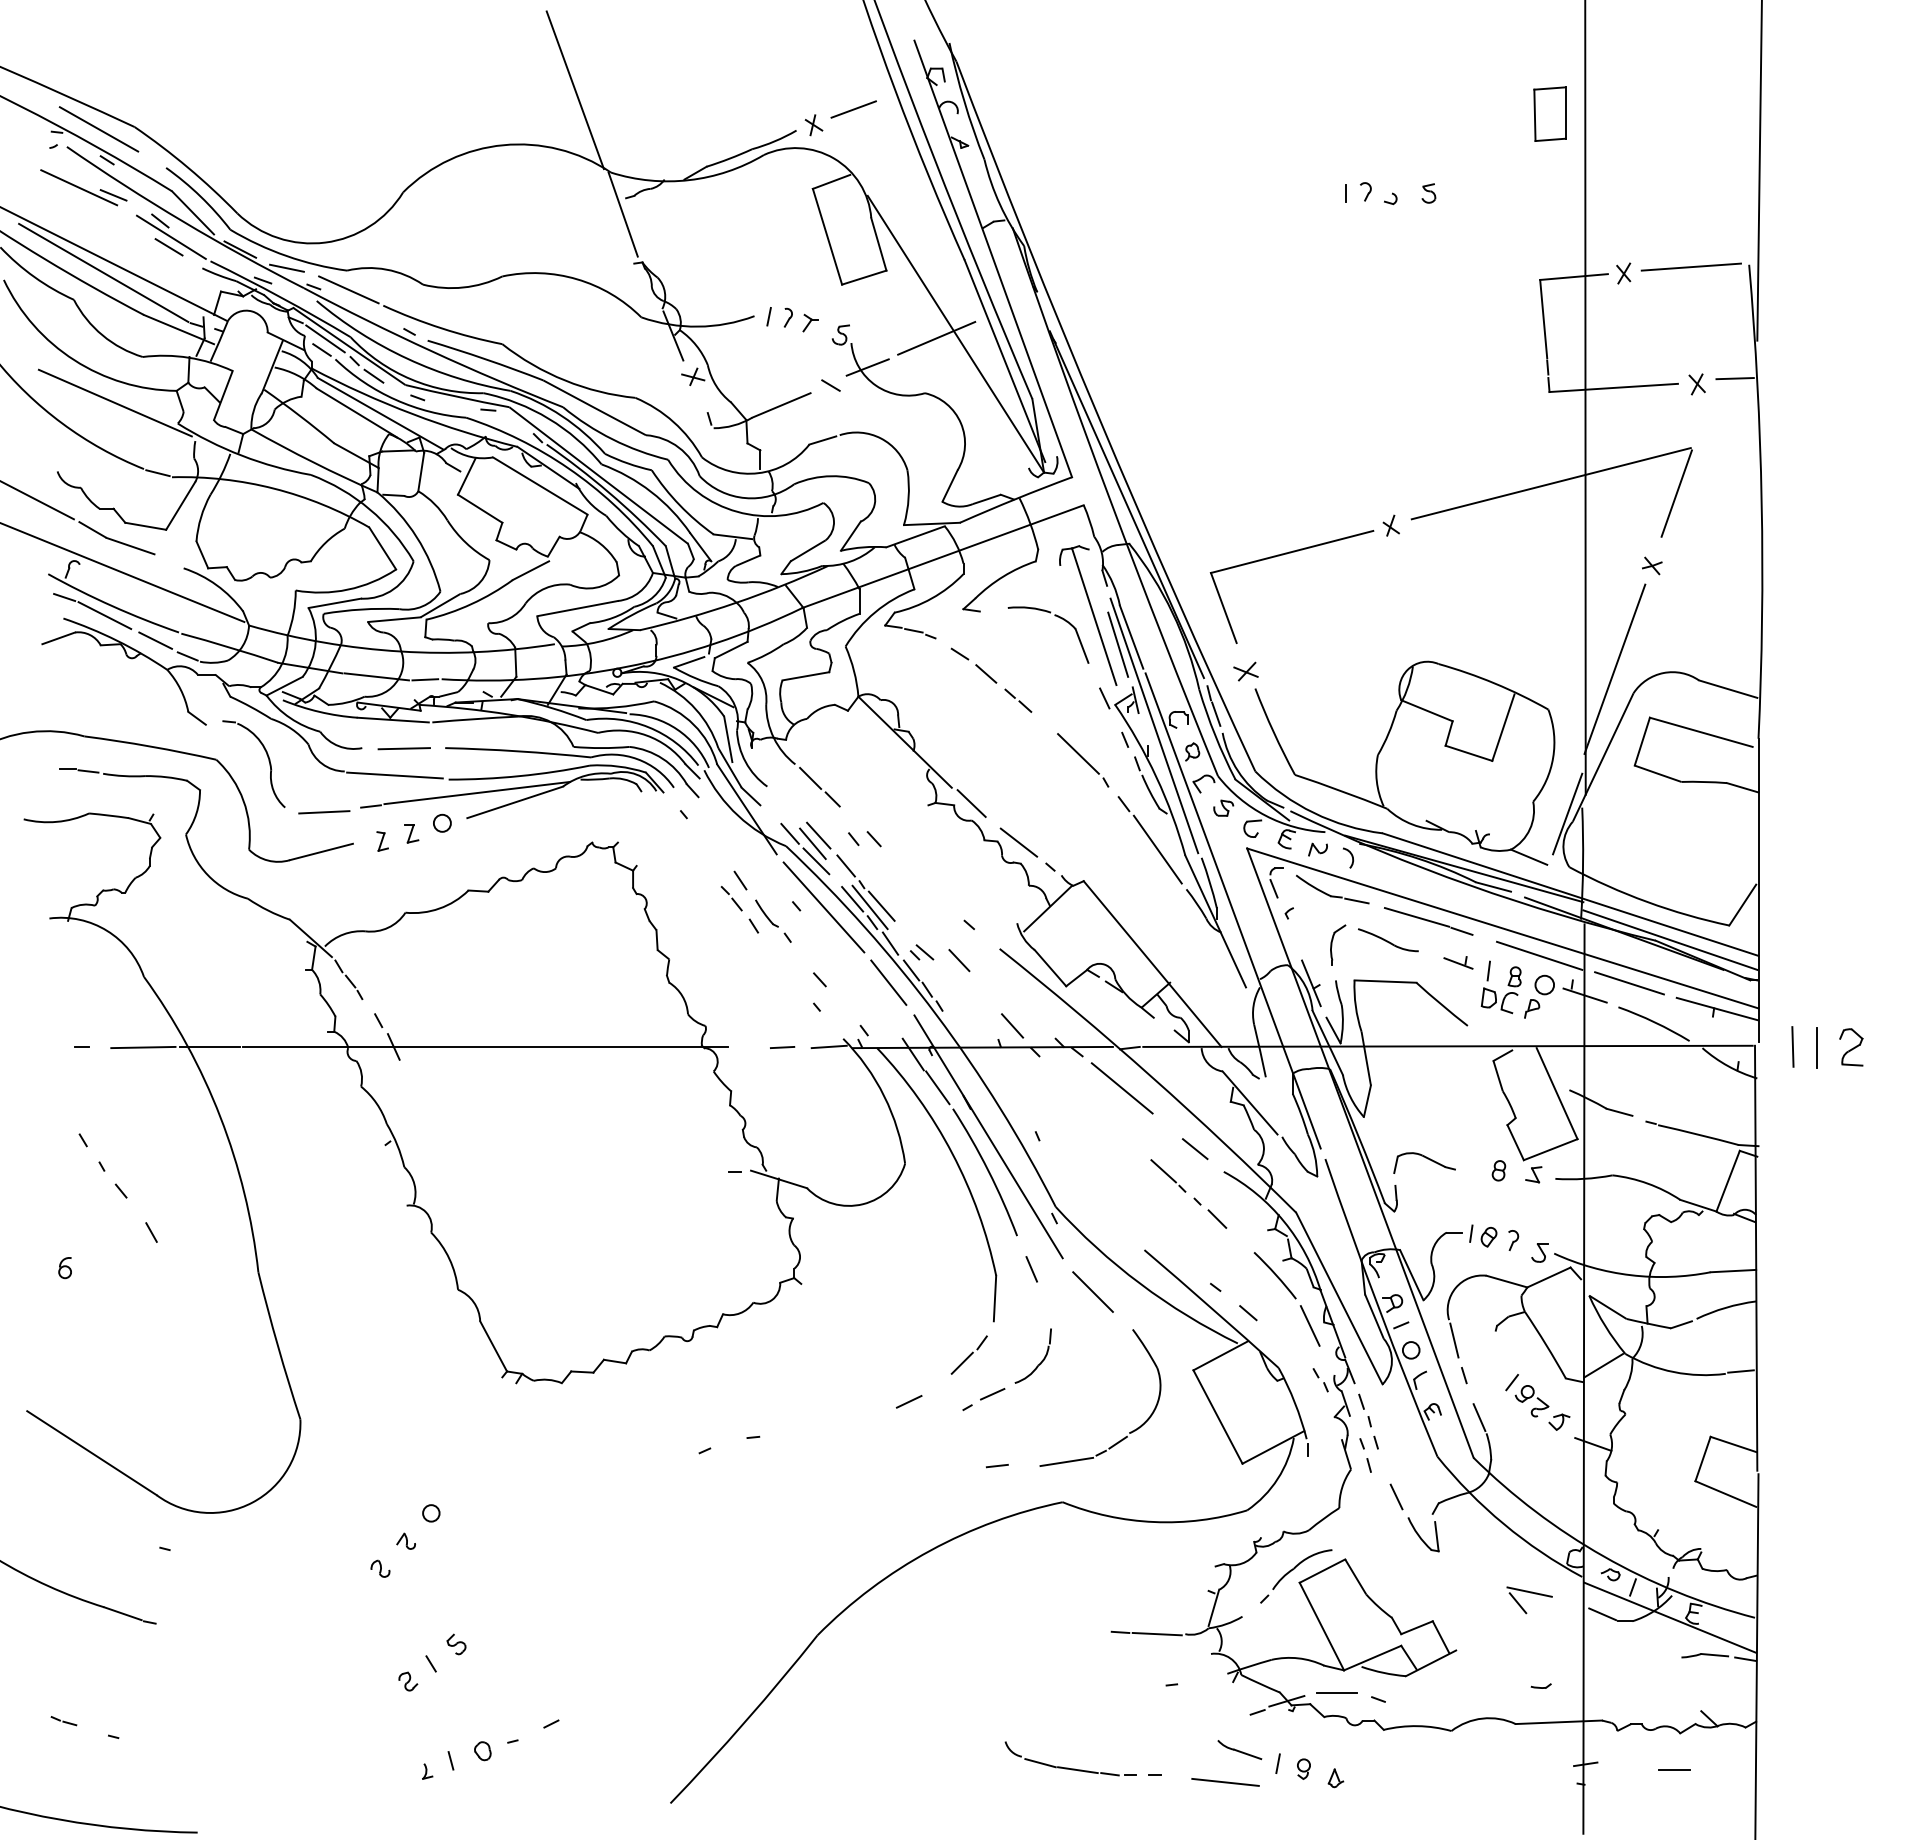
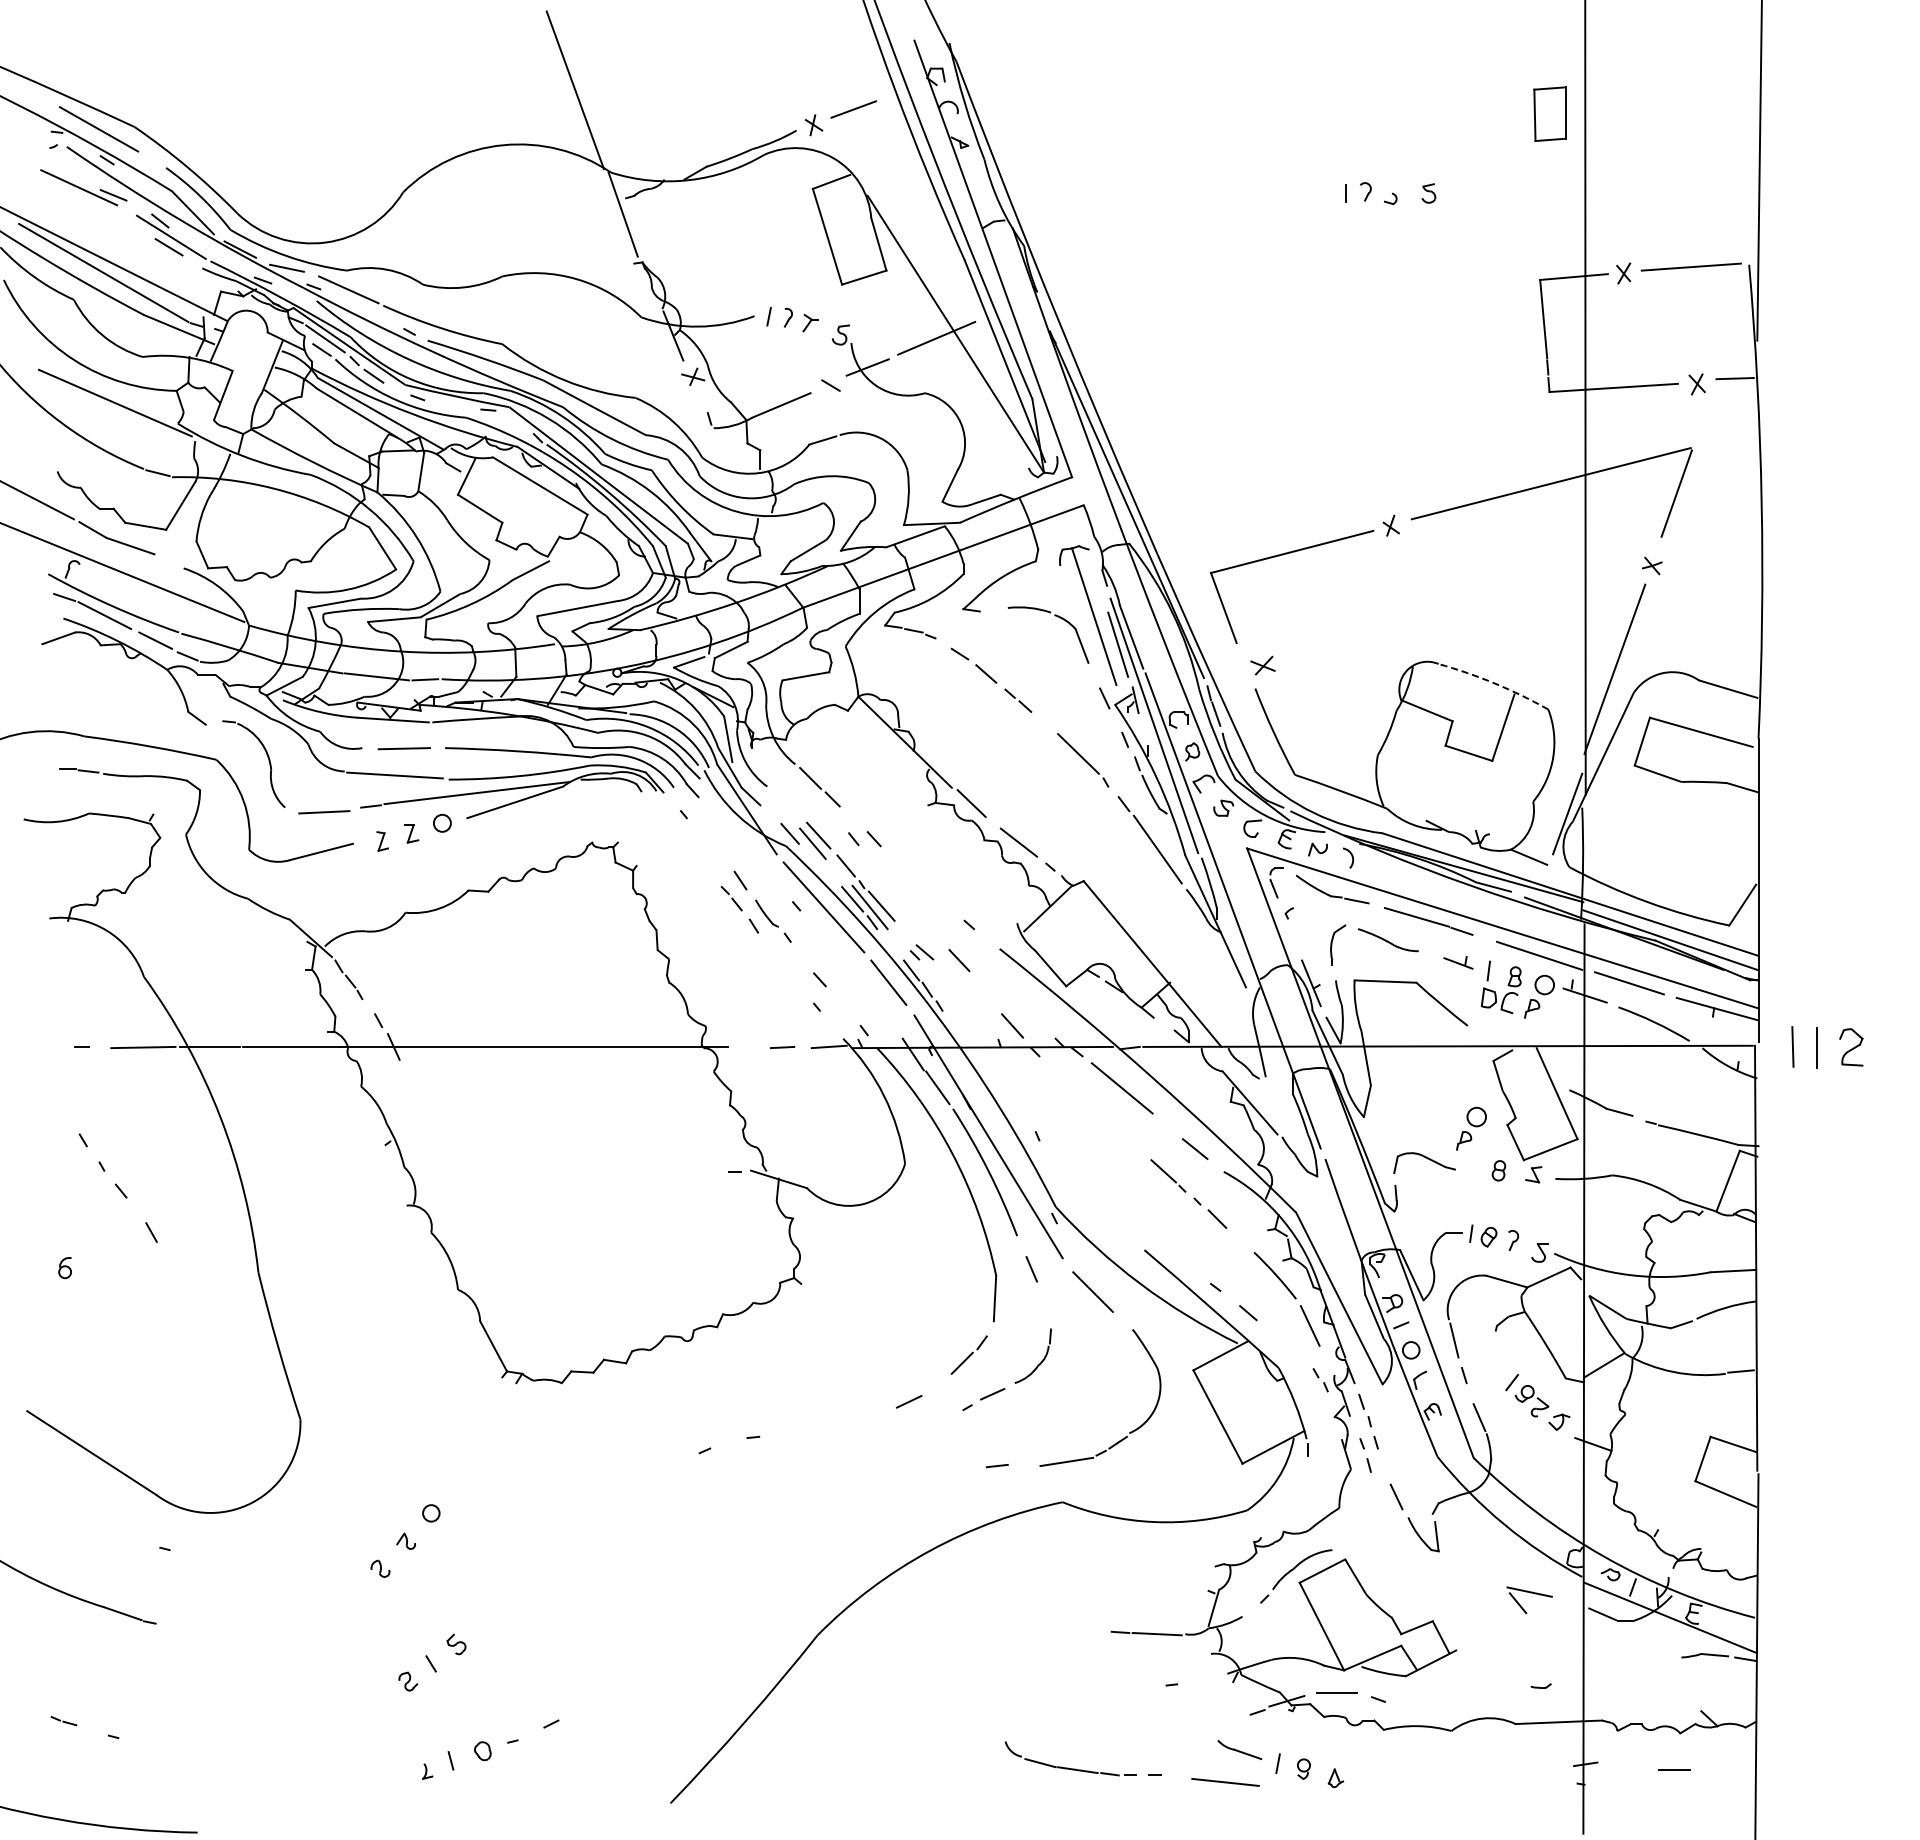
part at (1245, 671) position: (1245, 671) -> (1262, 665)
arc at (1494, 683): solid -> dashed
line at (816, 861): present -> none
line at (890, 943): present -> none
part at (1471, 1128): none -> present
